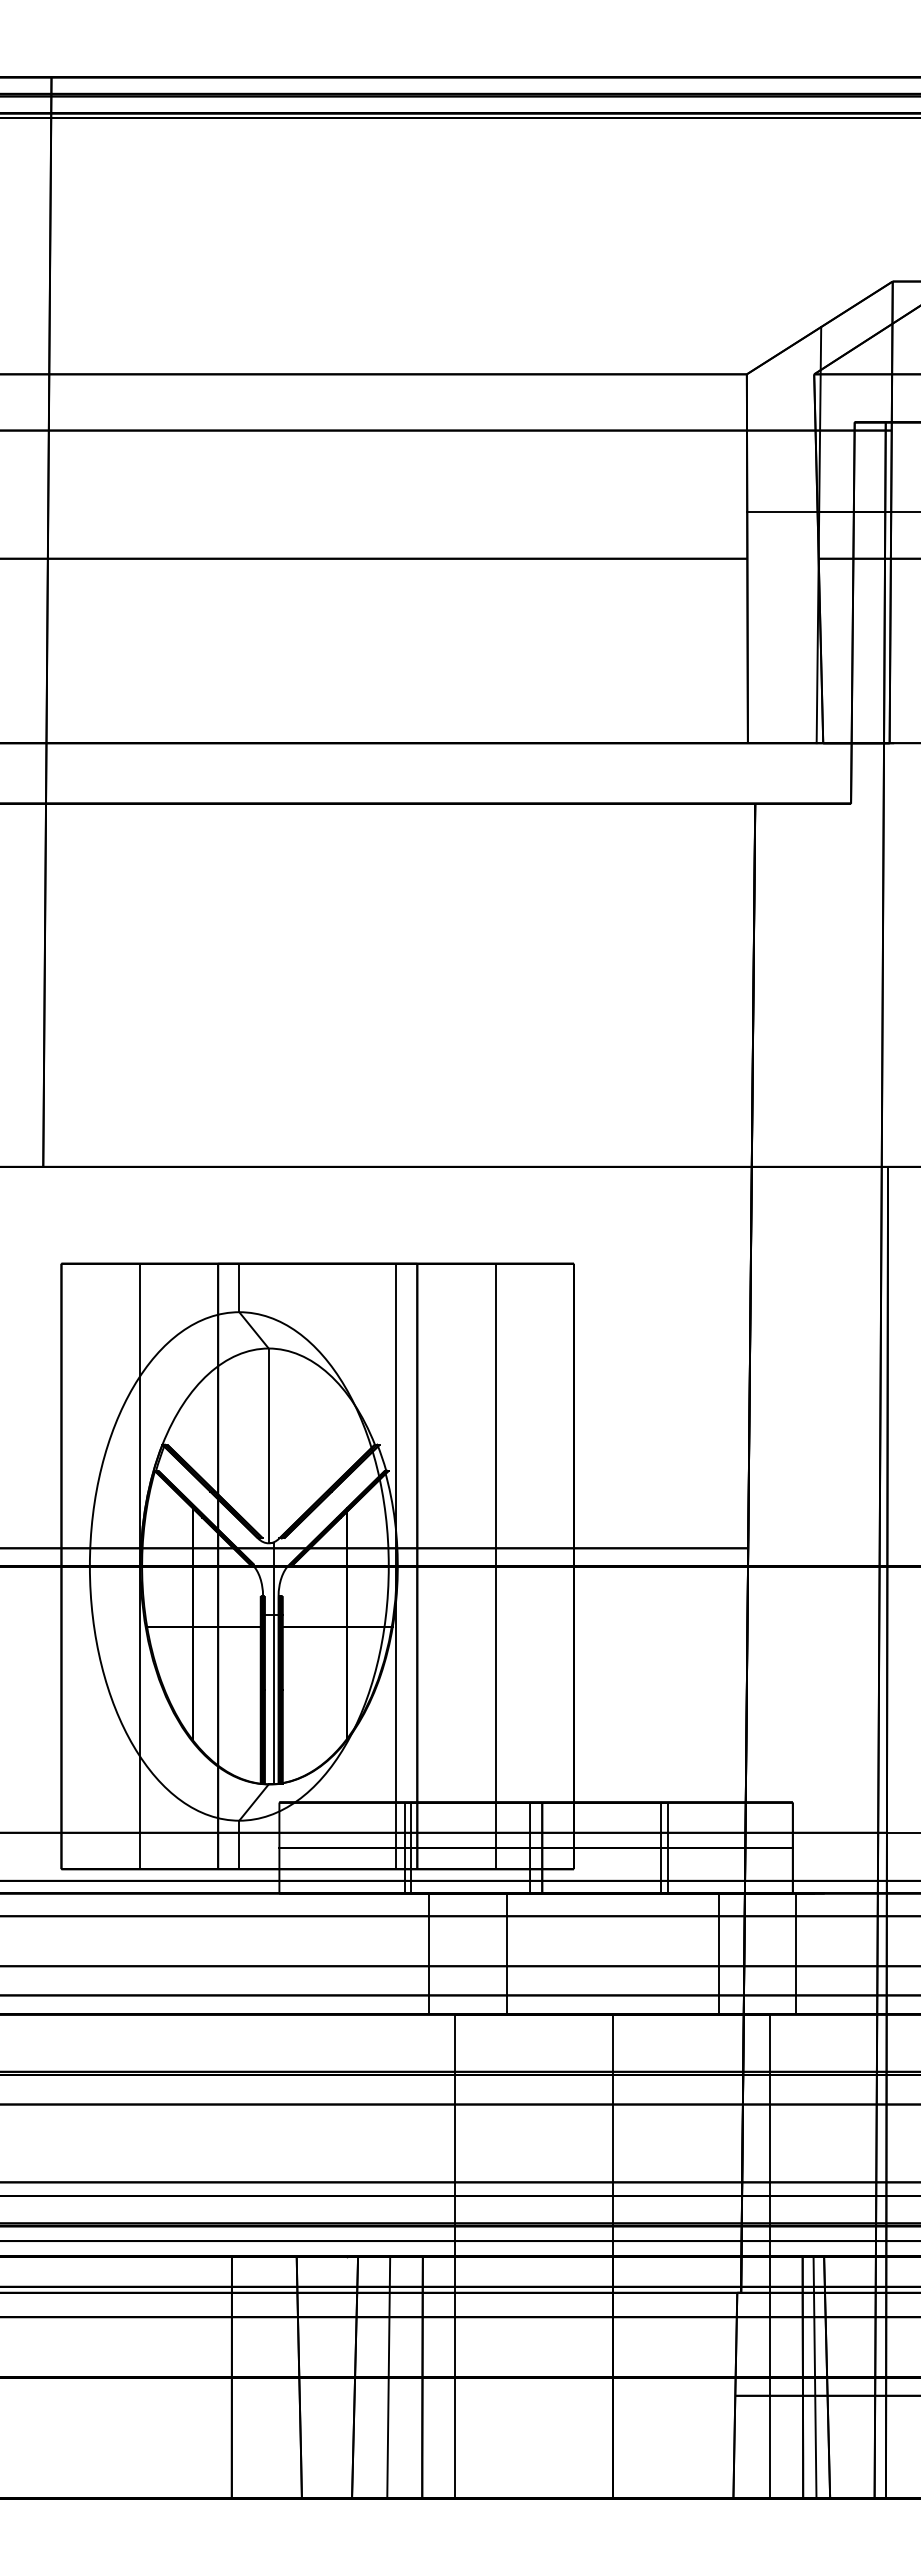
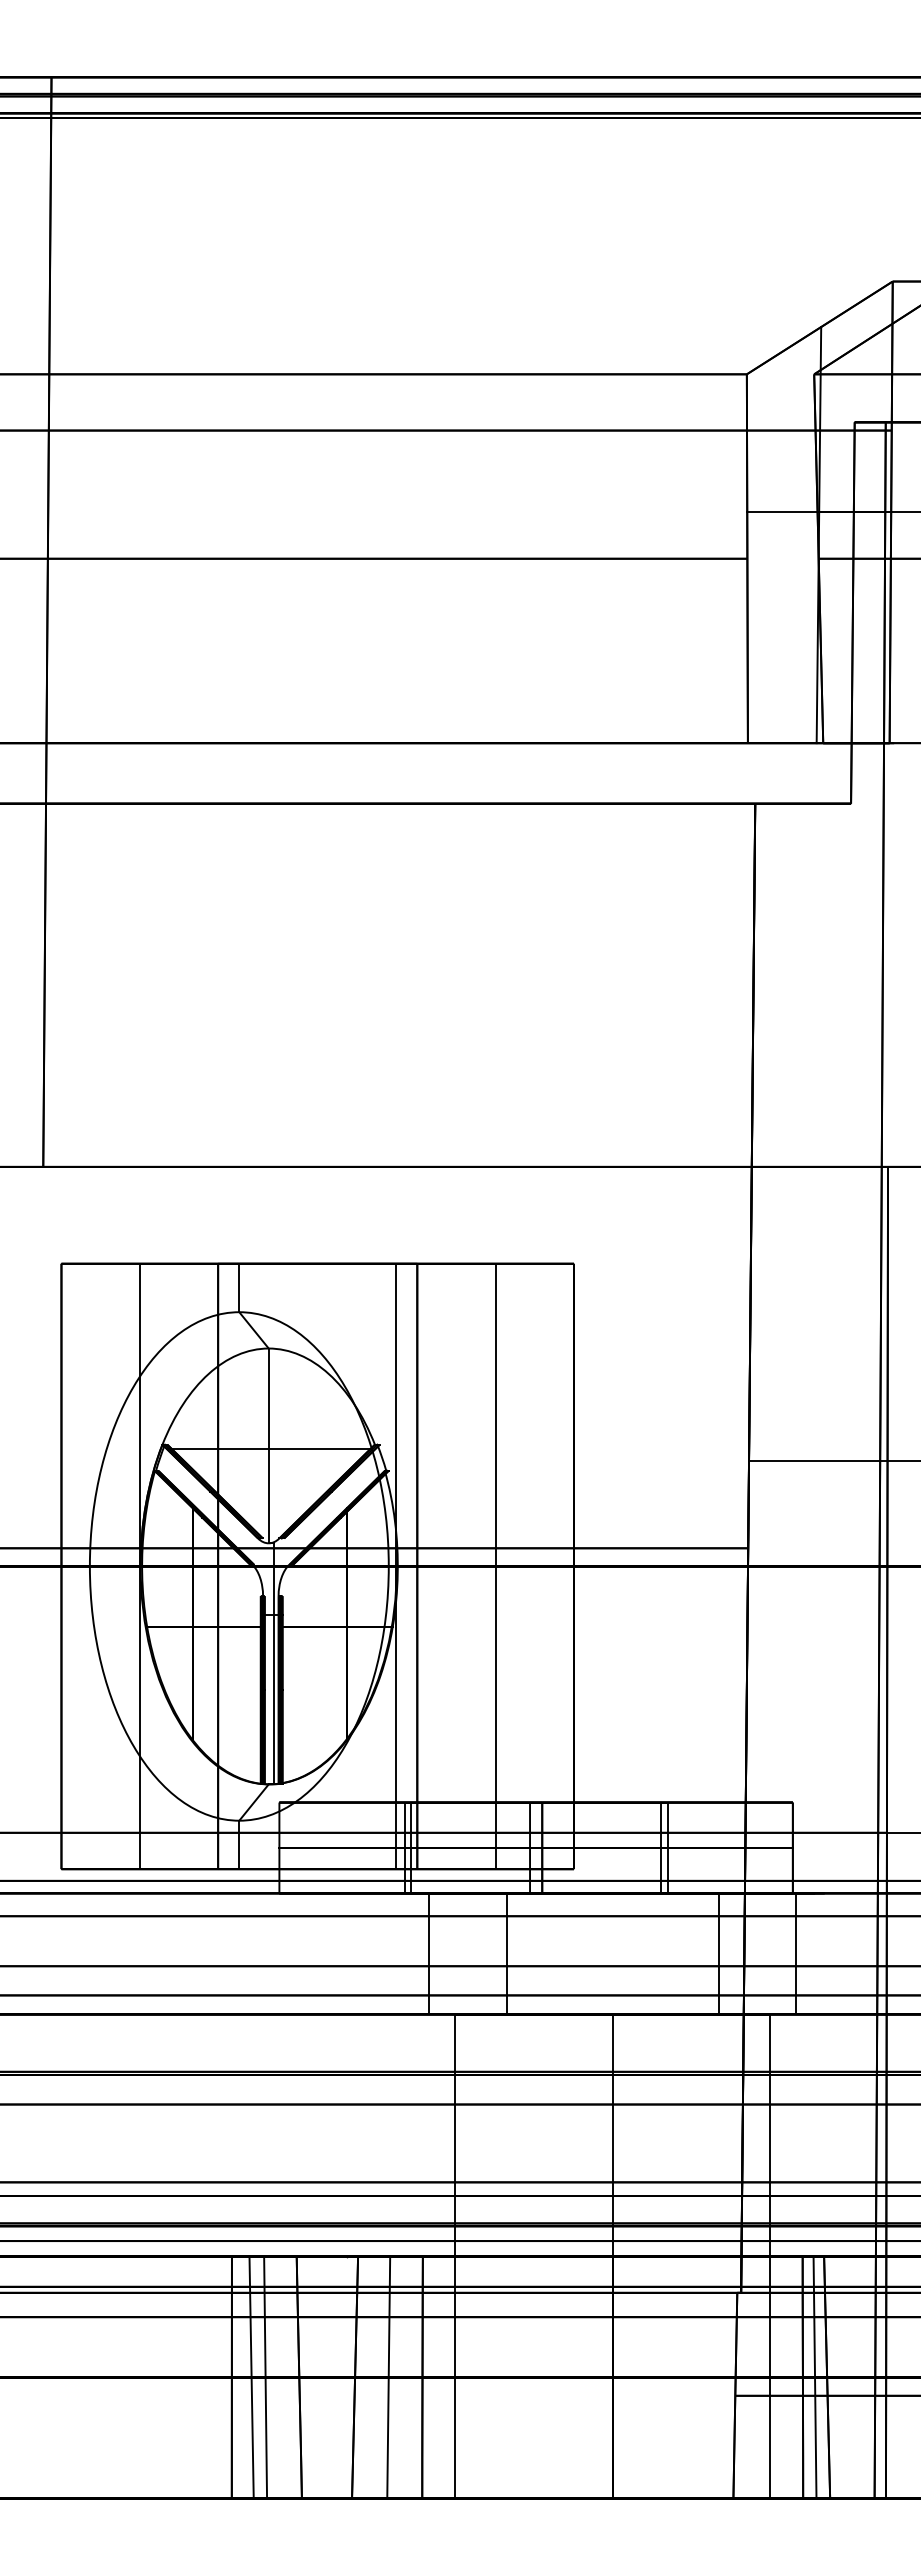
line at (268, 1448): none -> present
line at (833, 1460): none -> present
line at (251, 2377): none -> present
line at (265, 2377): none -> present
